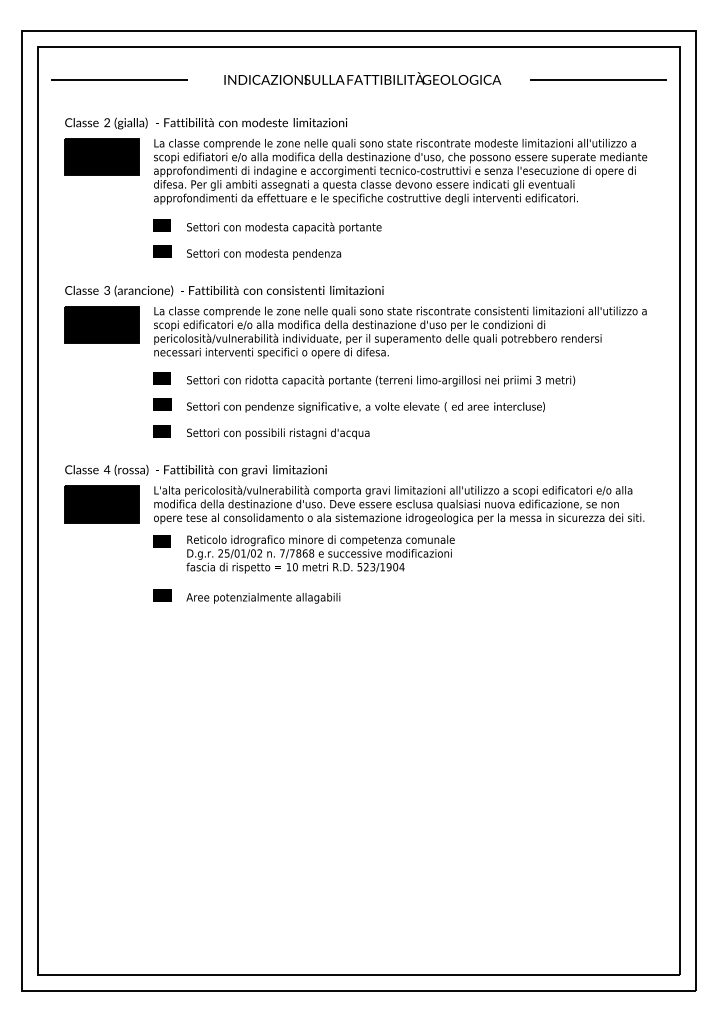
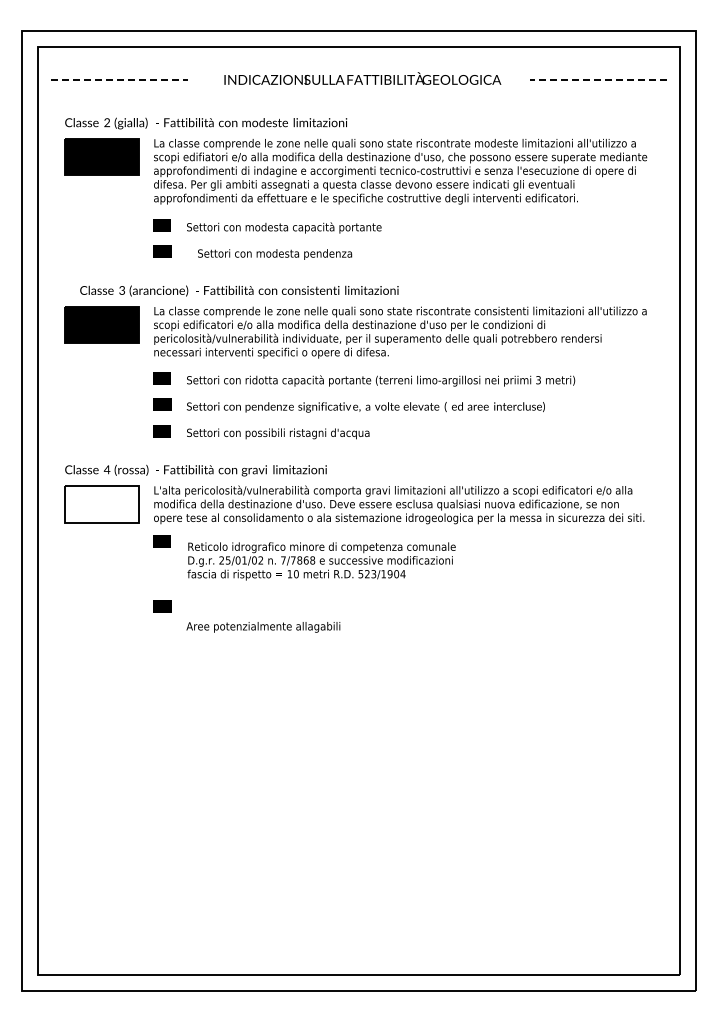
line at (120, 79): solid -> dashed
line at (597, 79): solid -> dashed
text at (264, 254) position: (264, 254) -> (275, 254)
text at (224, 290) position: (224, 290) -> (239, 290)
fill at (101, 504): present -> none
text at (320, 554) position: (320, 554) -> (321, 561)
text at (162, 595) position: (162, 595) -> (162, 606)
text at (263, 598) position: (263, 598) -> (263, 627)
